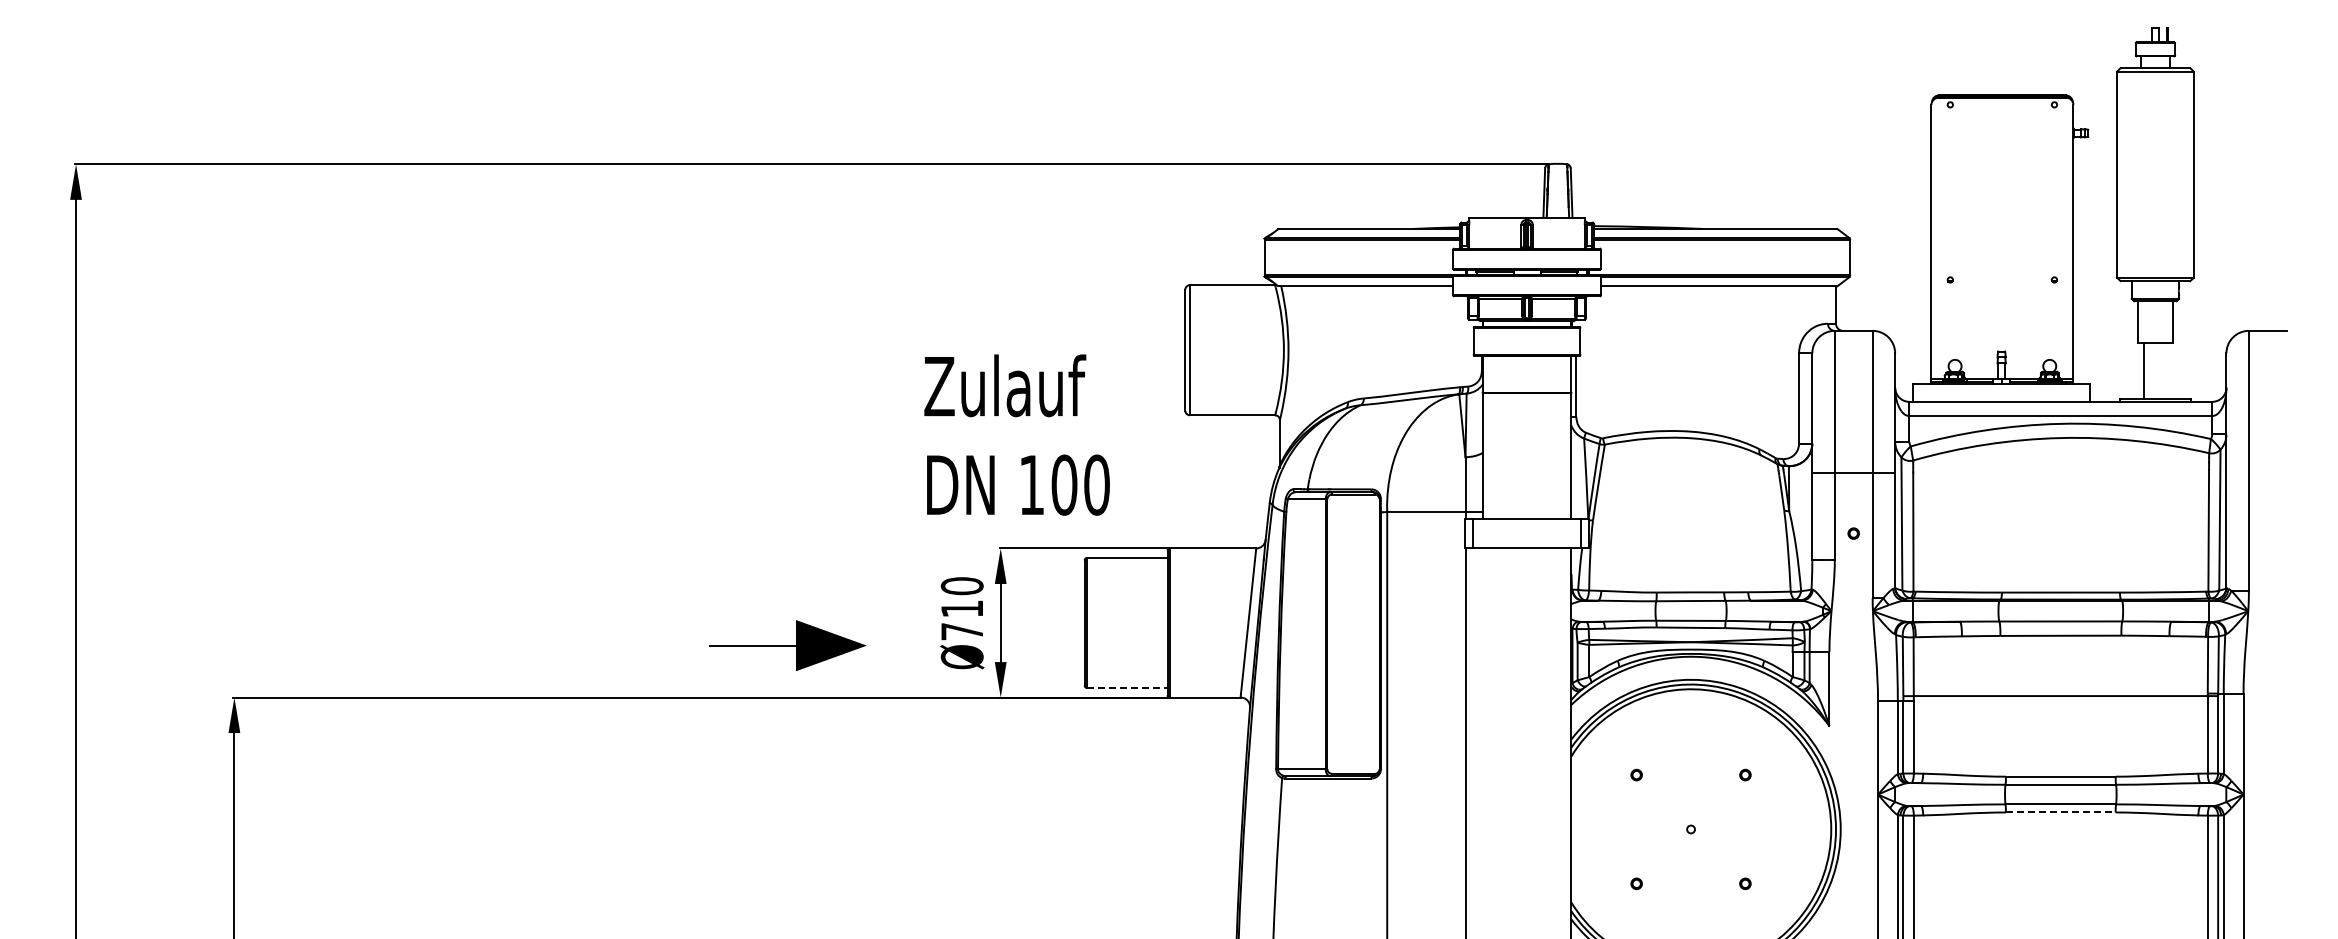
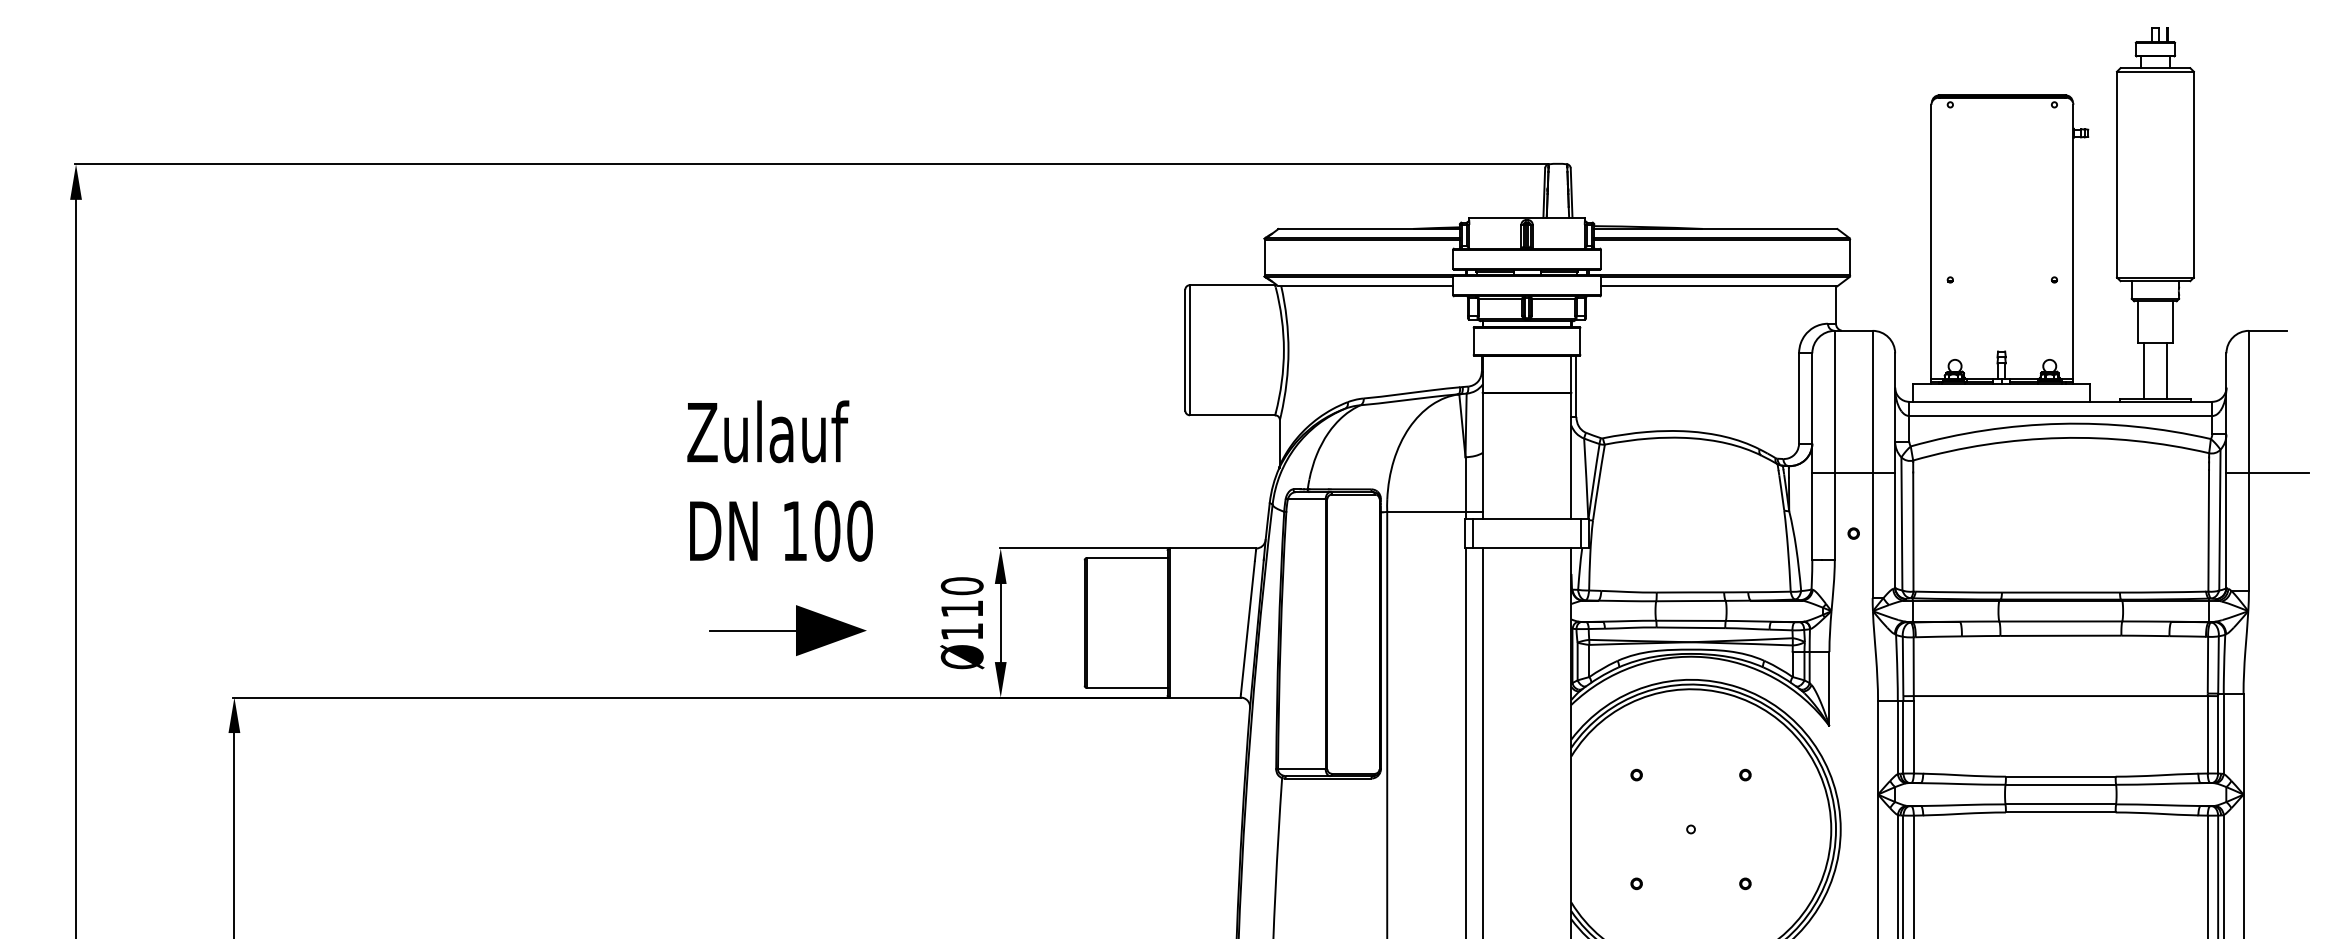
line at (2167, 370): none -> present
text at (1016, 434) position: (1016, 434) -> (779, 480)
line at (2267, 472): none -> present
text at (961, 631): Ø710 -> Ø110
part at (787, 645) position: (787, 645) -> (787, 630)
line at (1127, 688): dashed -> solid
line at (1482, 741): none -> present
line at (2060, 812): dashed -> solid
